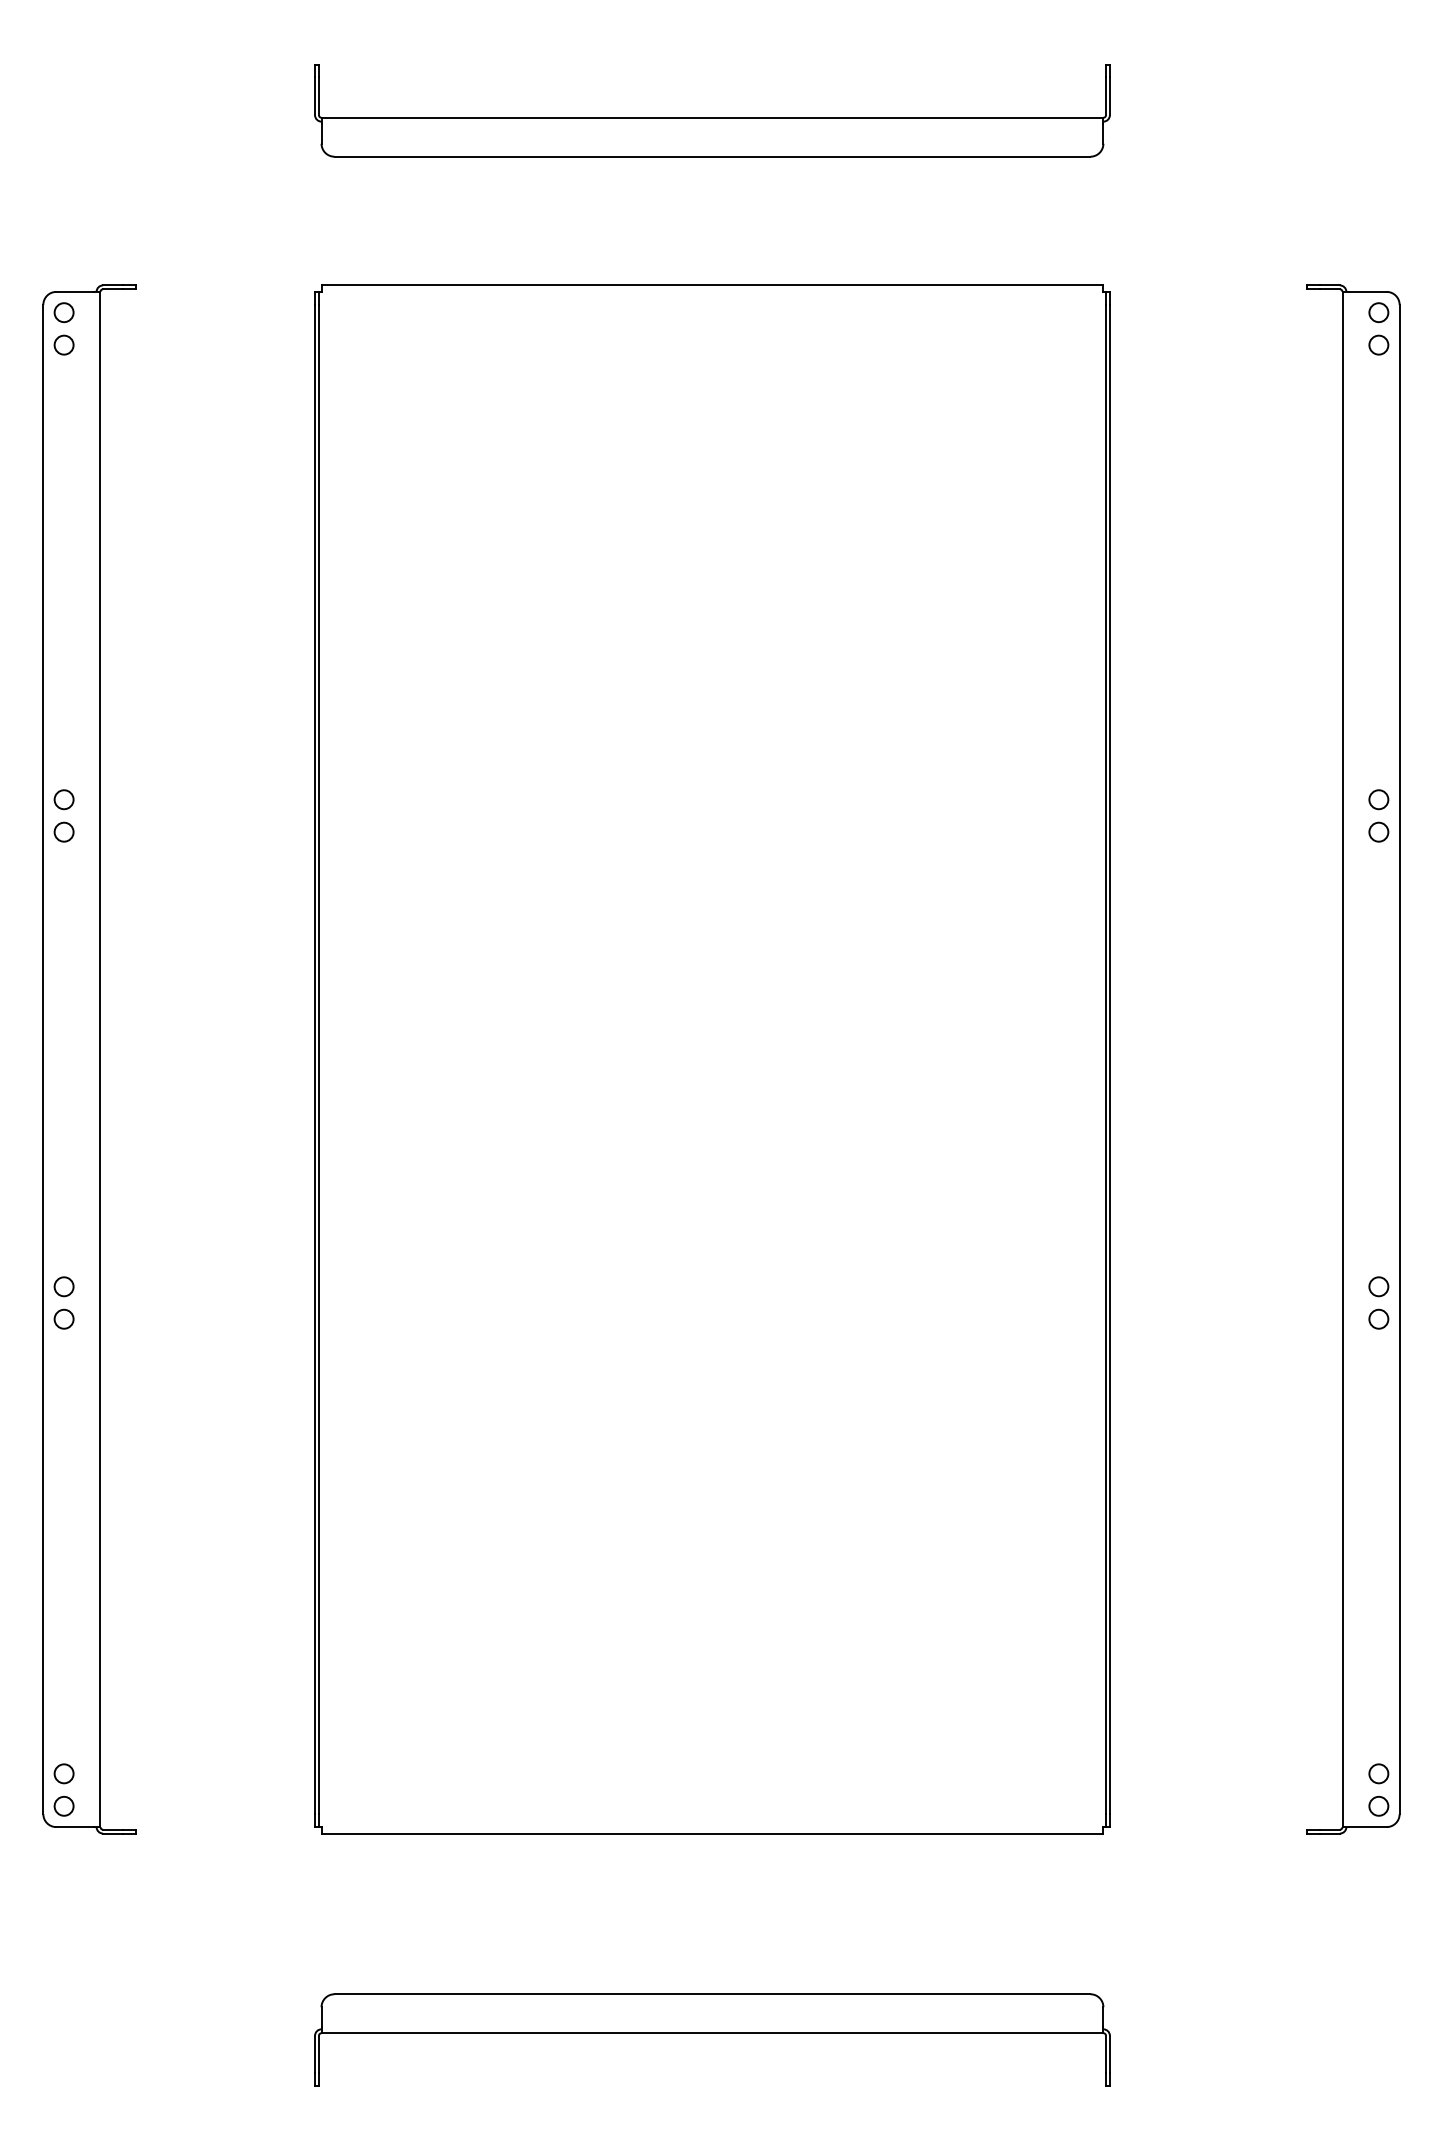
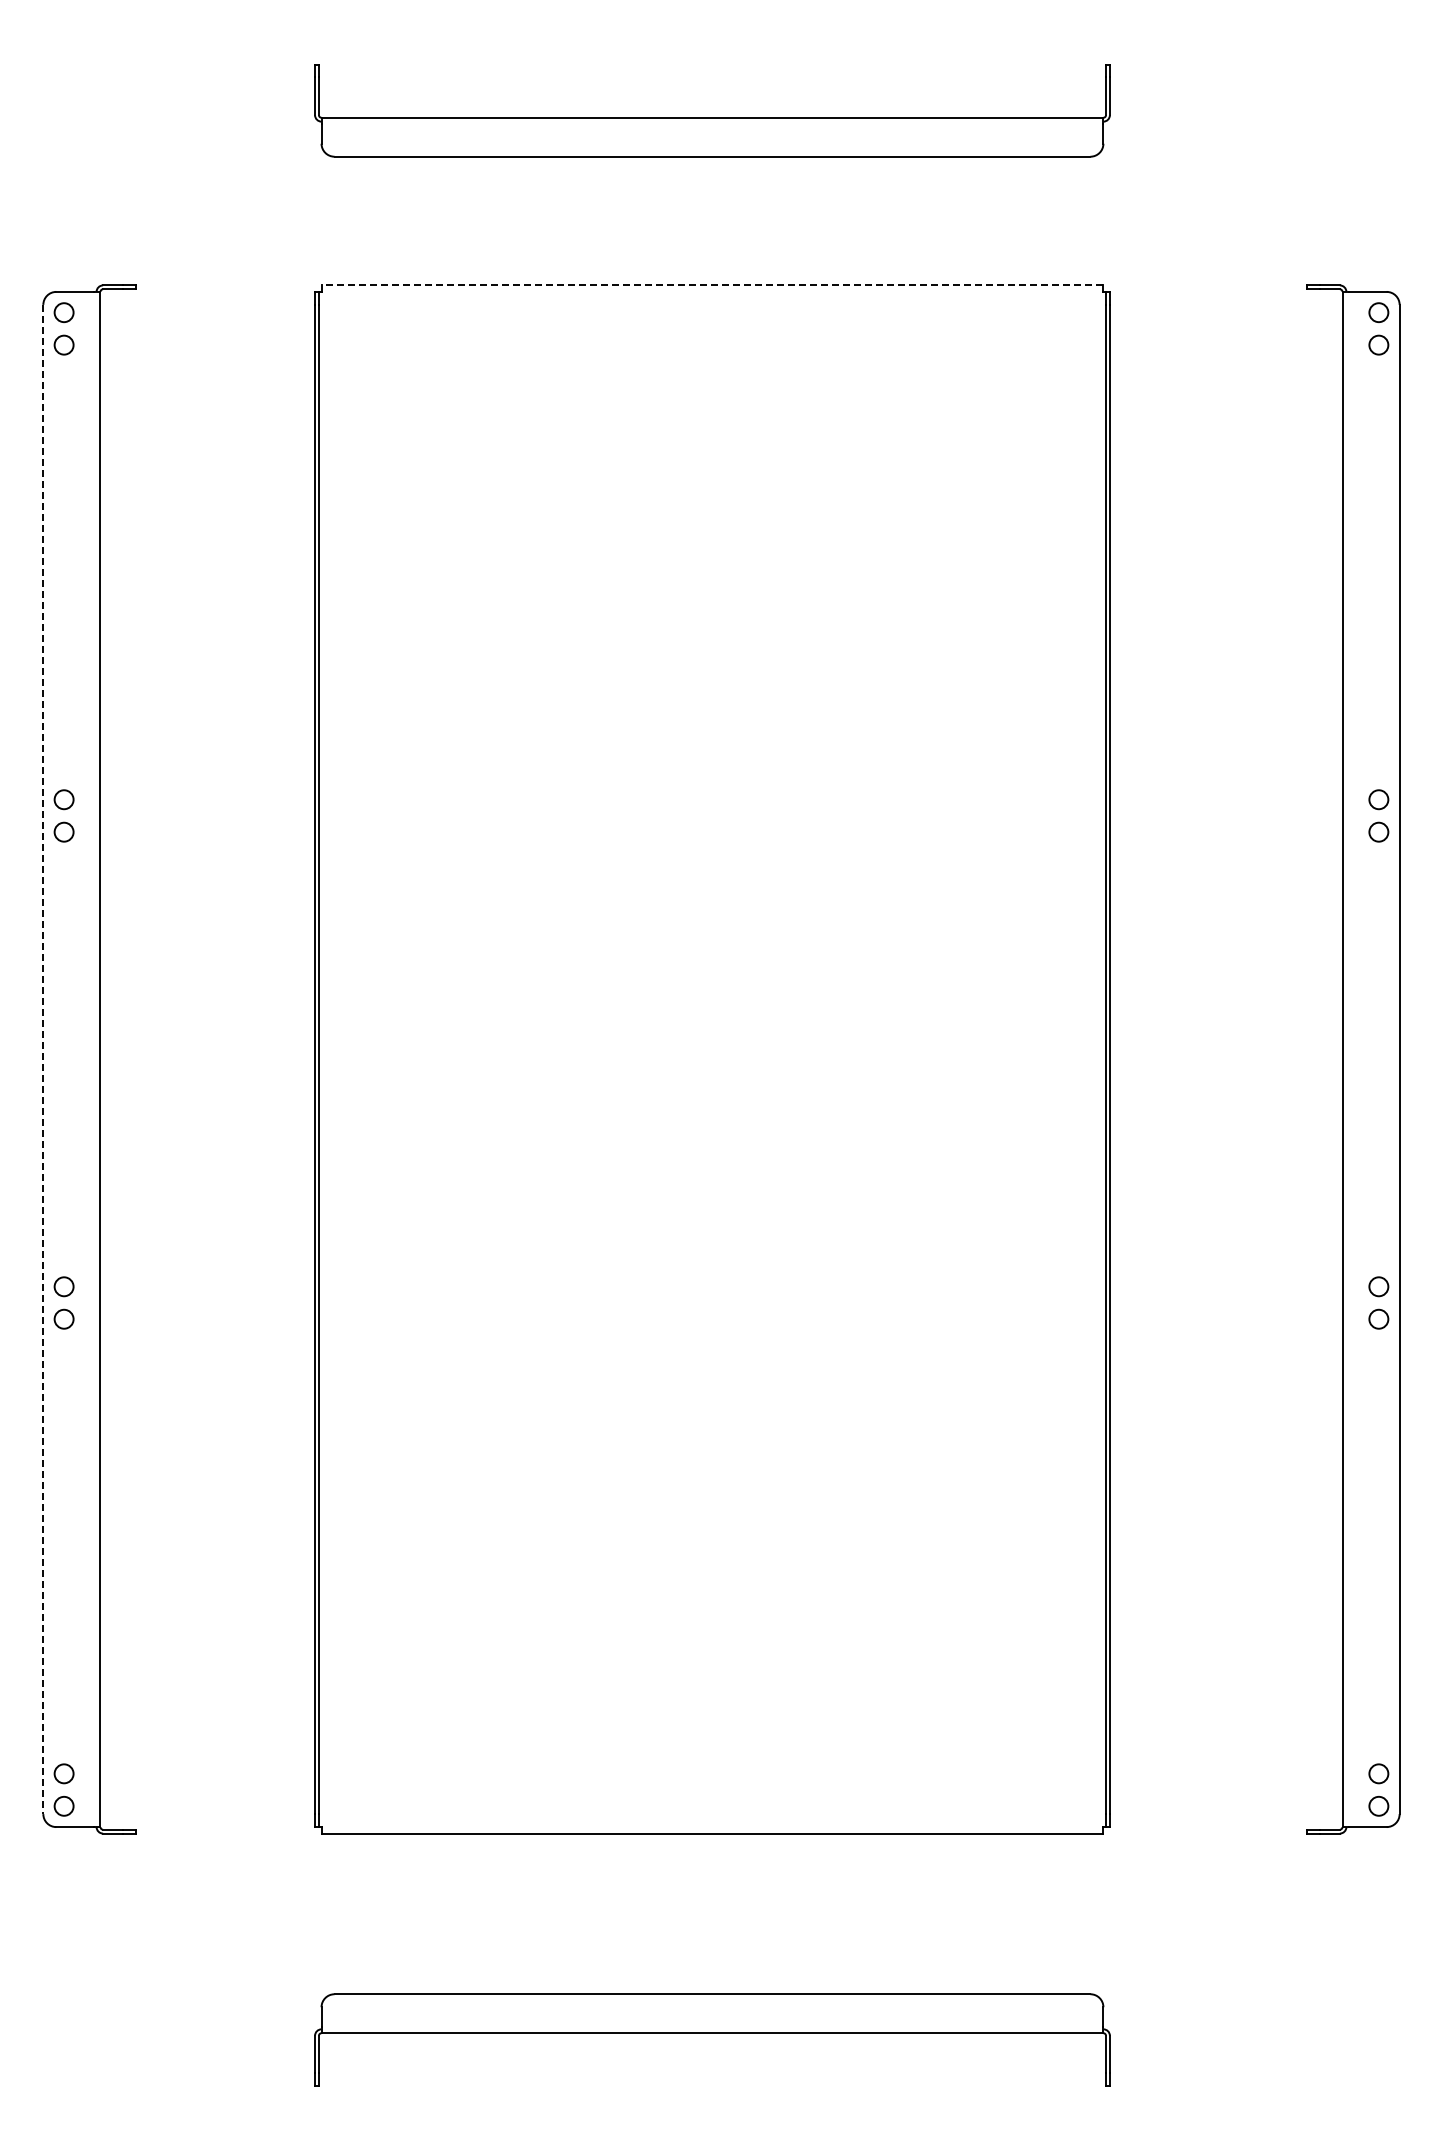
line at (712, 285): solid -> dashed
line at (43, 1059): solid -> dashed
